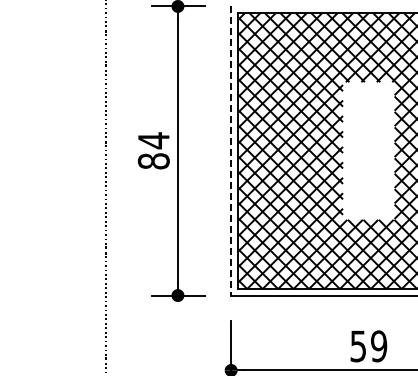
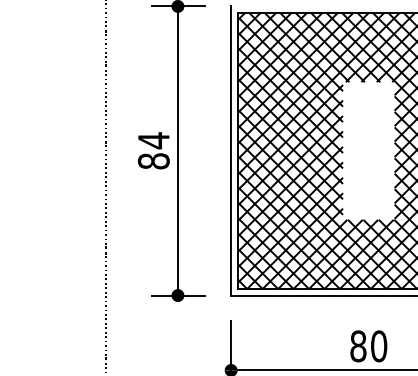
line at (231, 151): dashed -> solid
text at (368, 346): 59 -> 80
